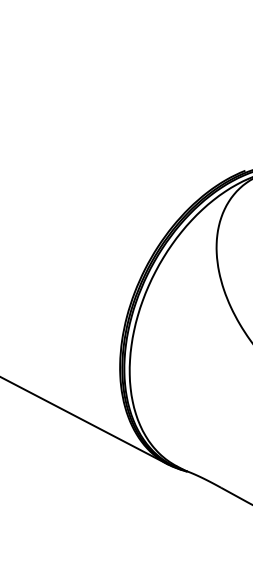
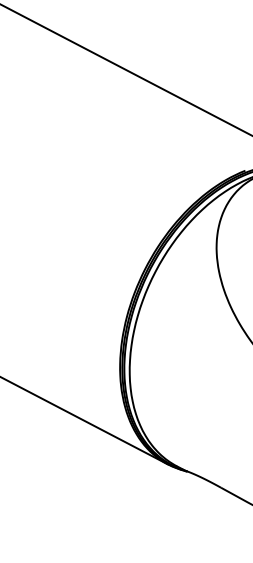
line at (125, 69): none -> present
